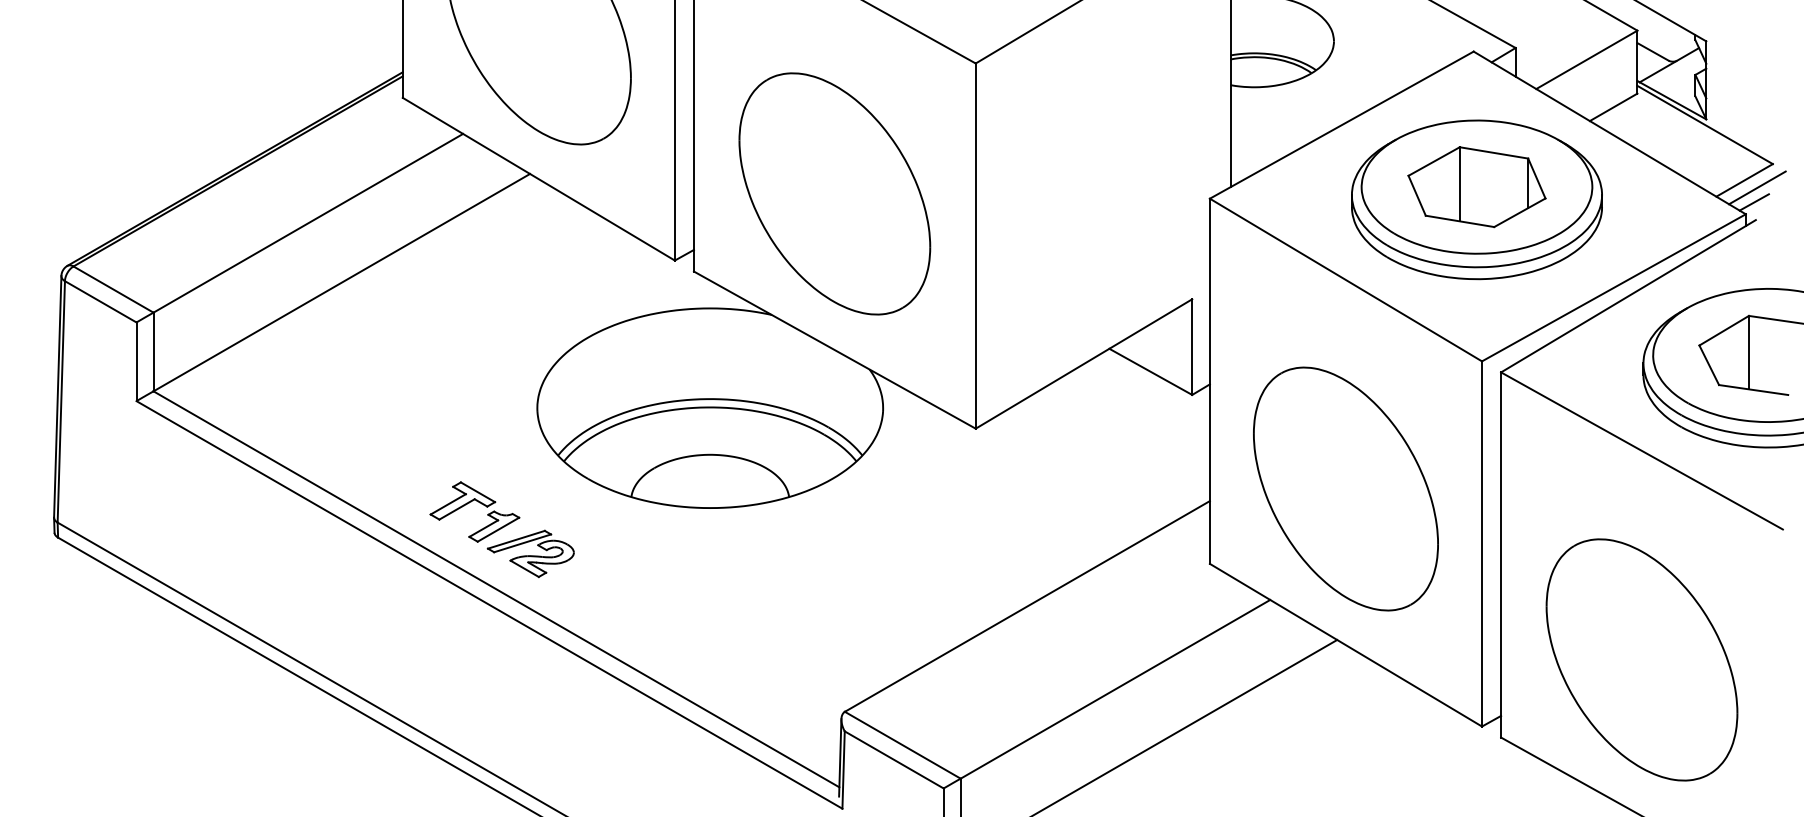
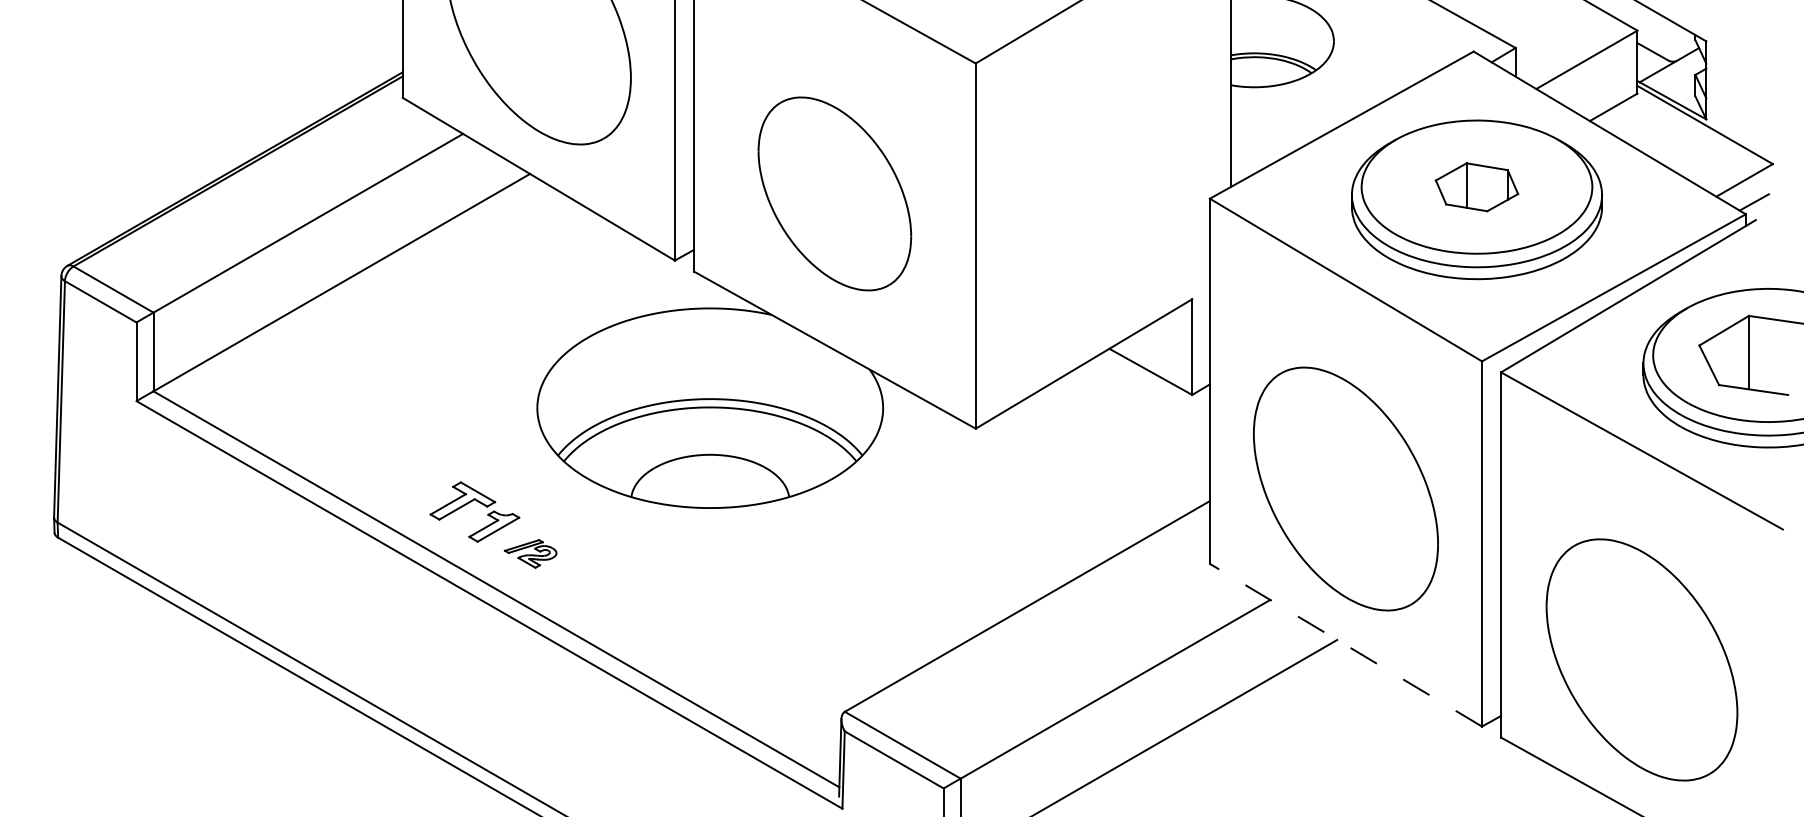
part at (1476, 187) size: 140x83 px -> 86x51 px
line at (1757, 187): present -> none
part at (834, 193) size: 194x244 px -> 156x196 px
part at (530, 553) size: 89x50 px -> 54x30 px
line at (1345, 645): solid -> dashed
